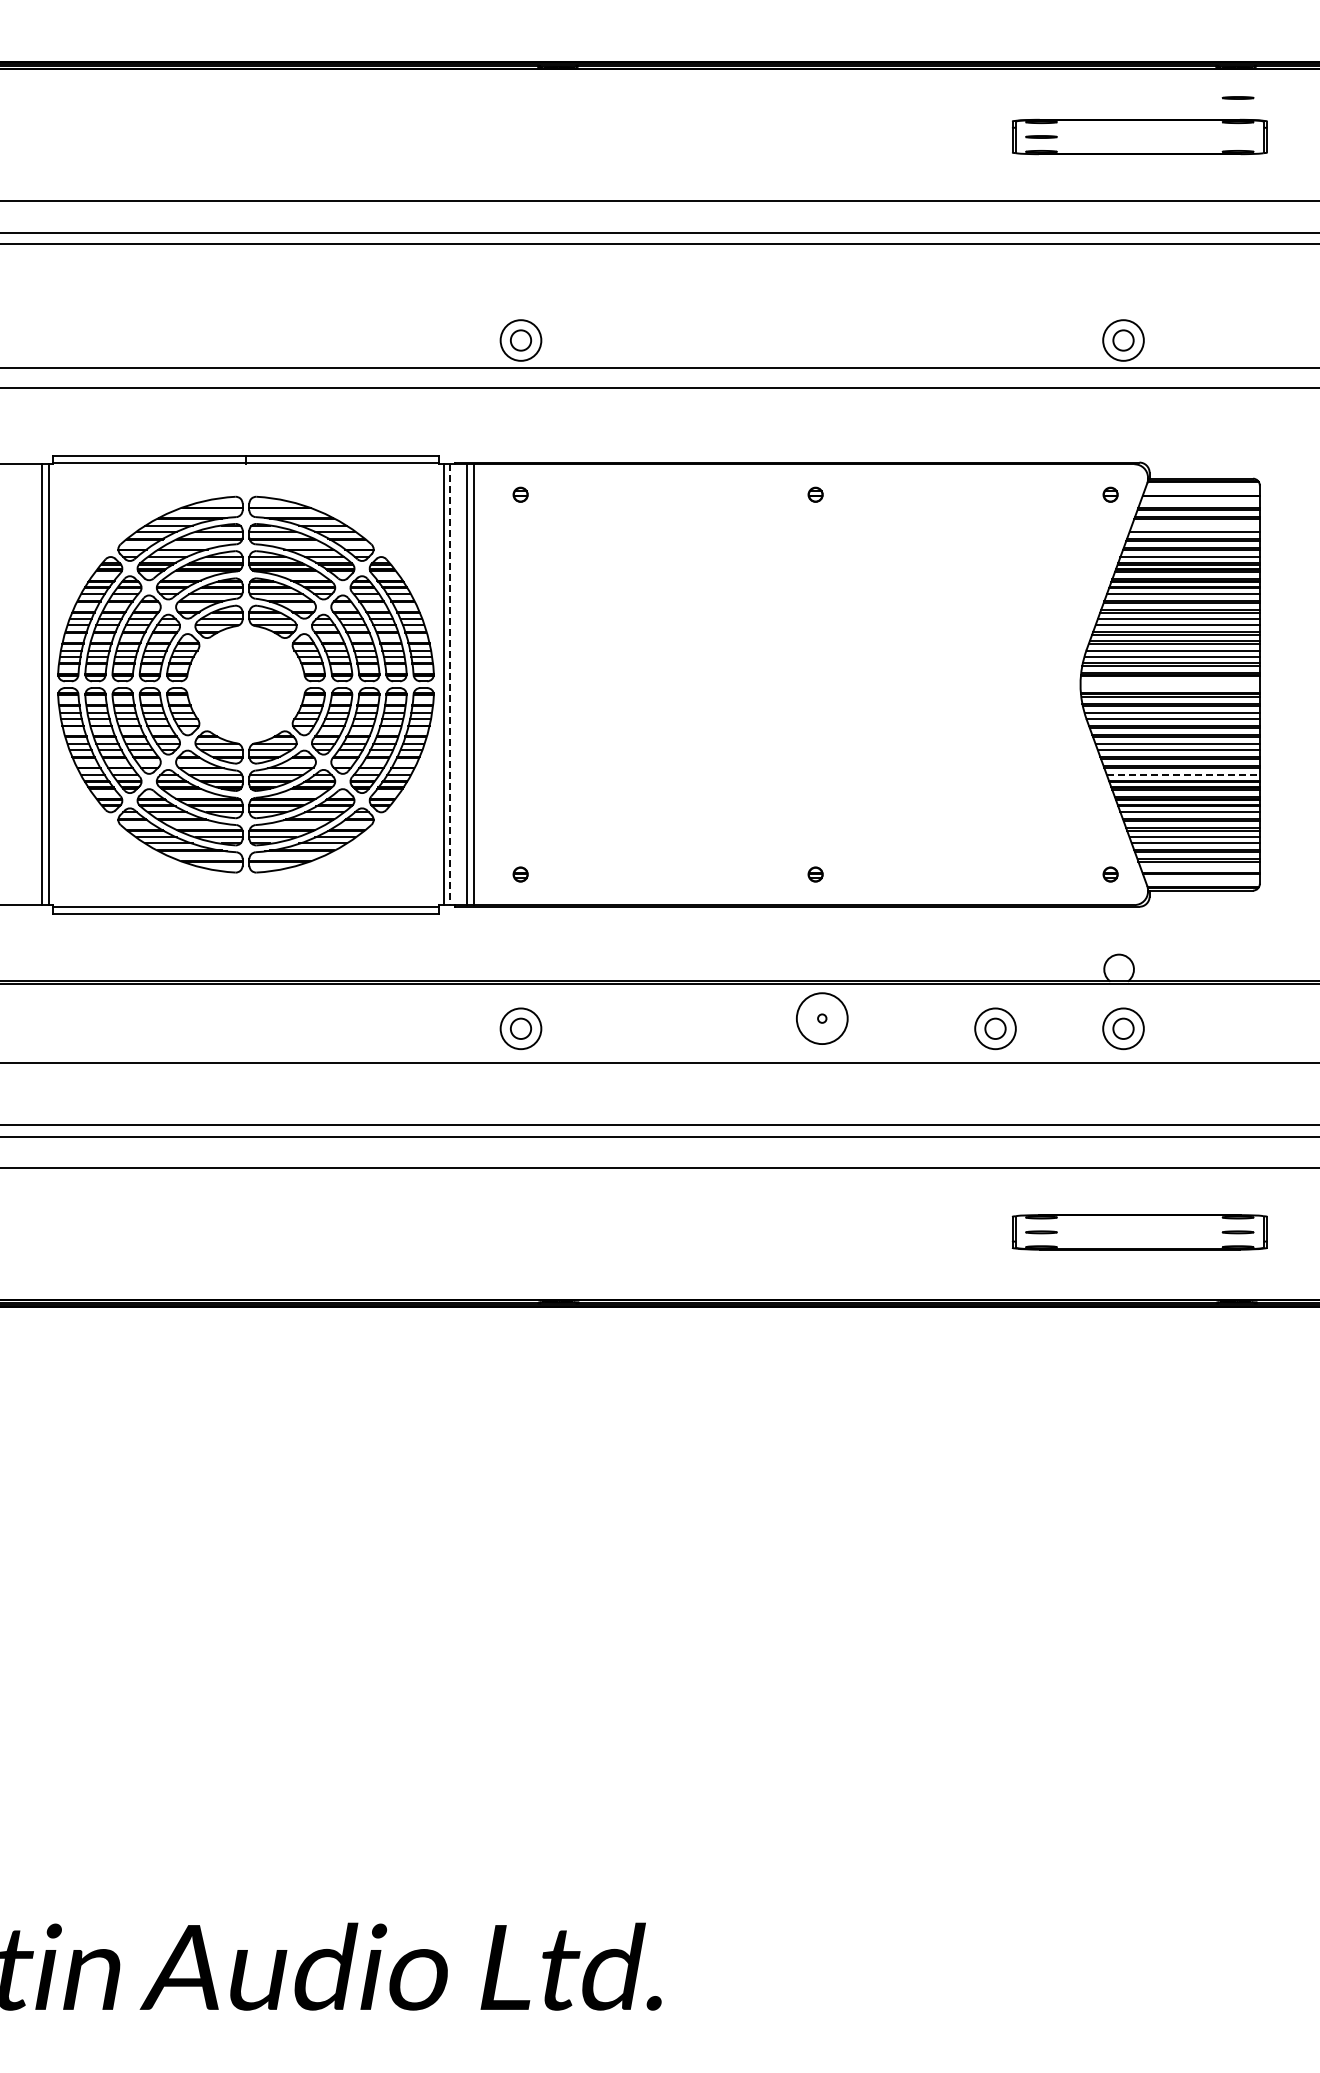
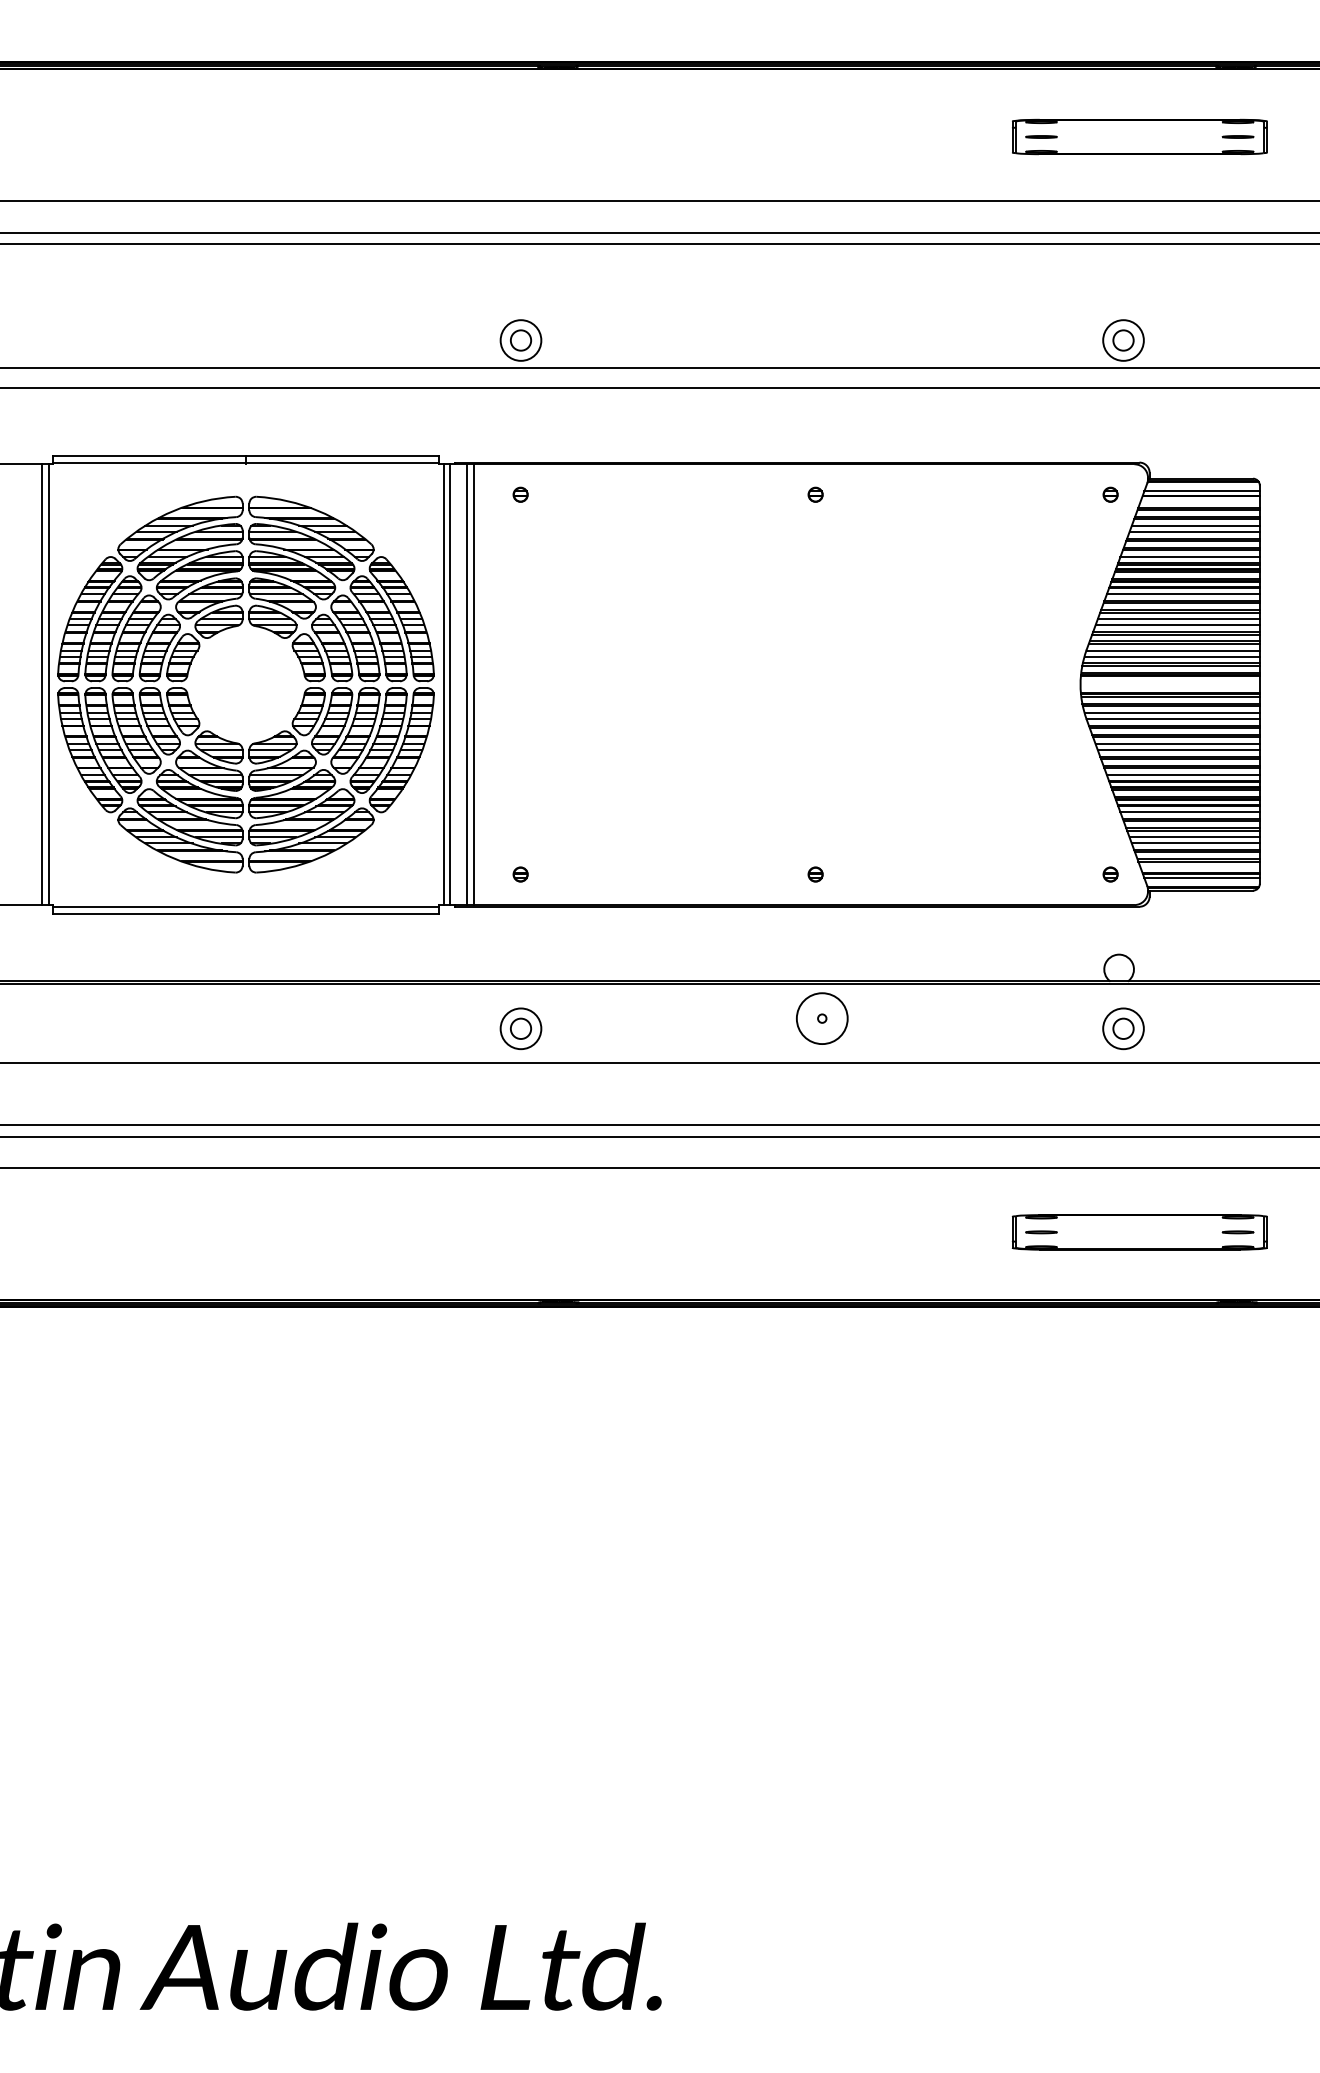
line at (1237, 97) position: (1237, 97) -> (1237, 136)
line at (1201, 491): none -> present
line at (1195, 526): none -> present
line at (450, 685): dashed -> solid
line at (1183, 775): dashed -> solid
line at (1201, 877): none -> present
part at (995, 1028): present -> none
